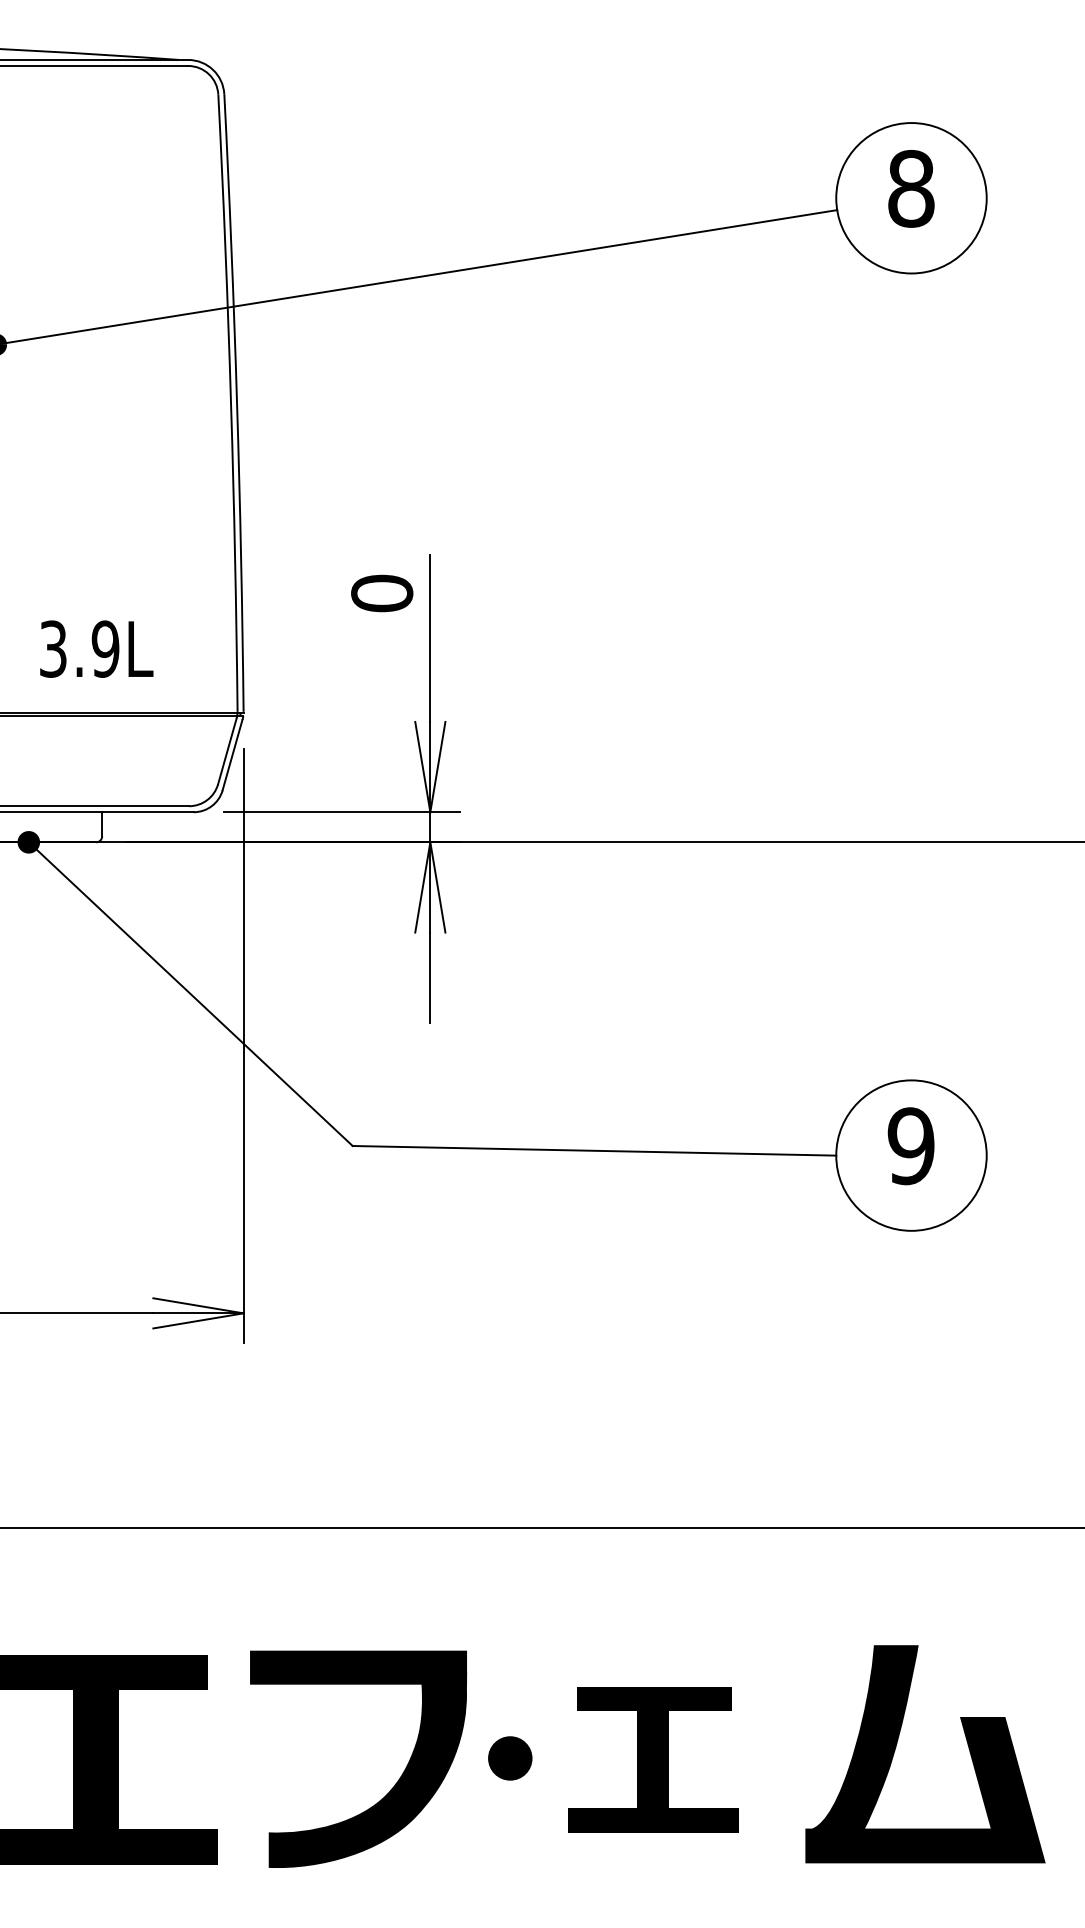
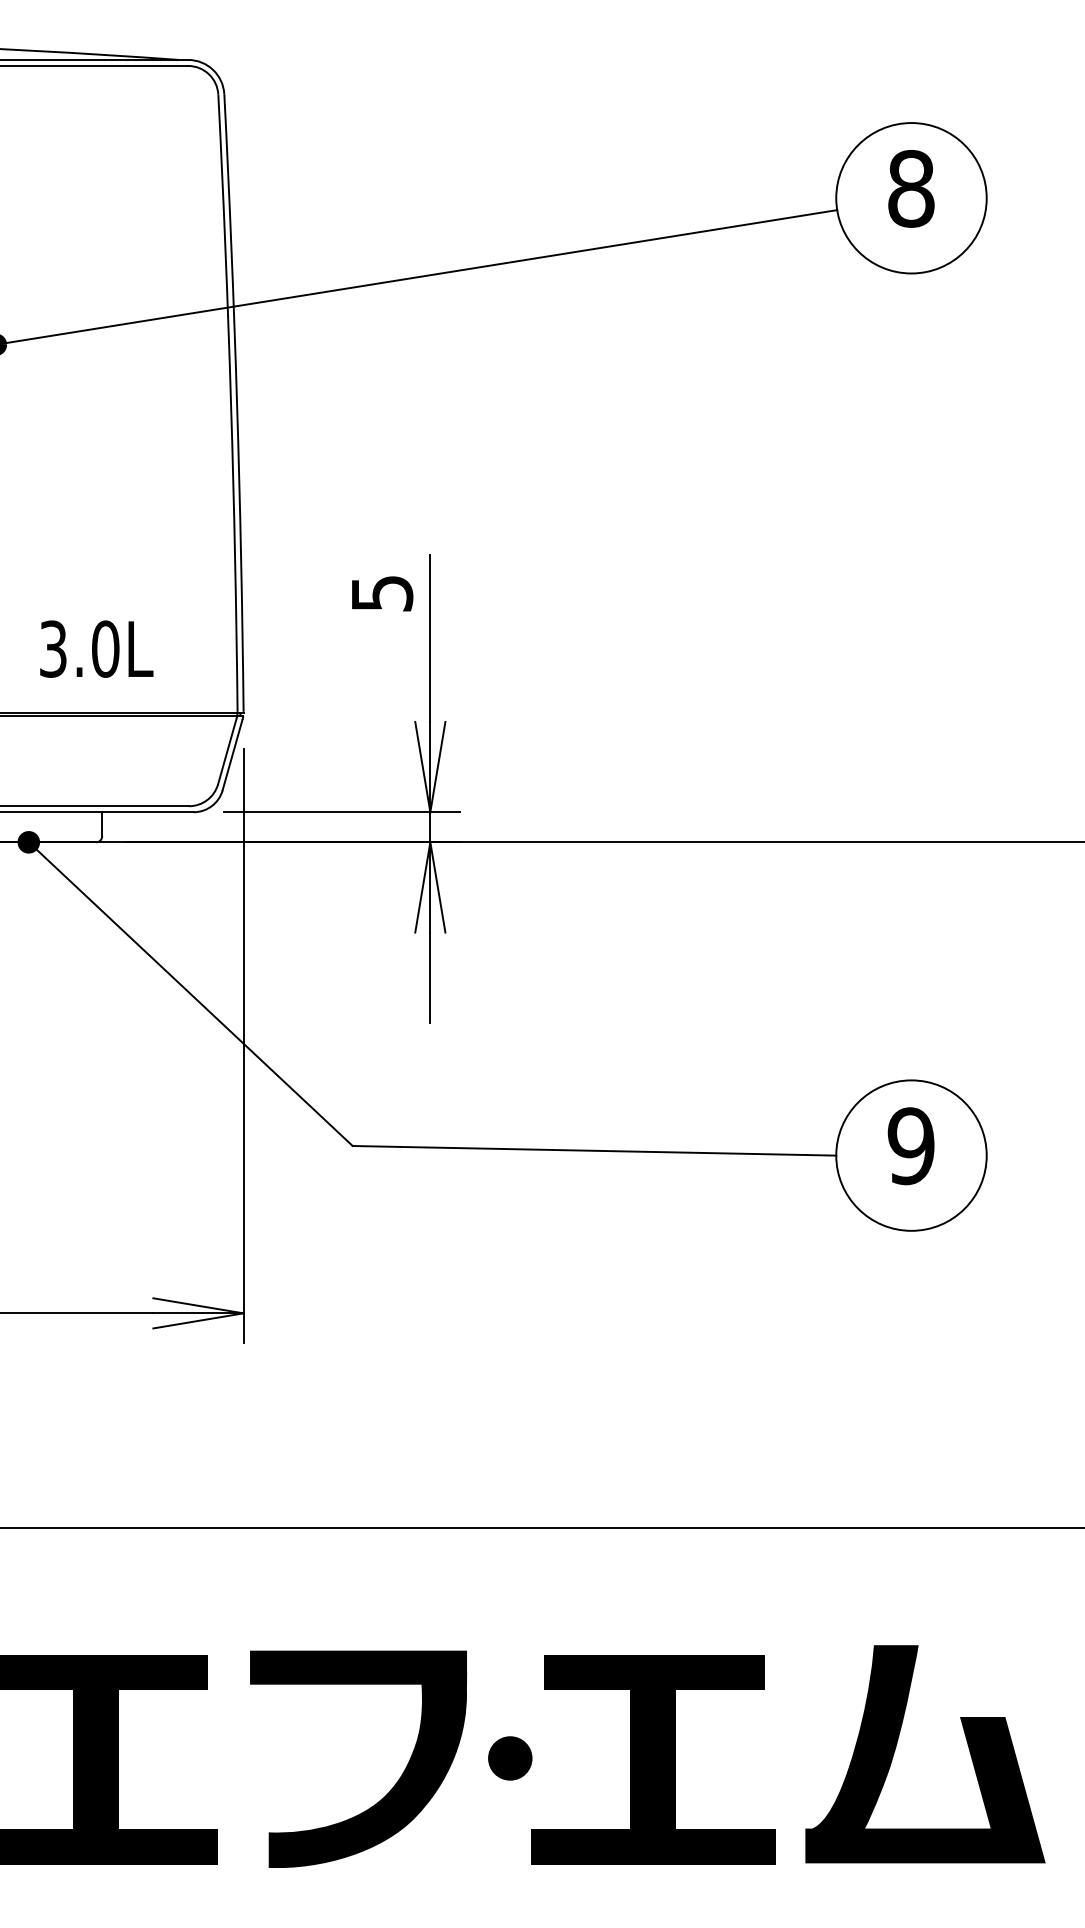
text at (382, 593): 0 -> 5
text at (105, 648): 3.9L -> 3.0L
part at (653, 1759) size: 171x146 px -> 245x210 px
